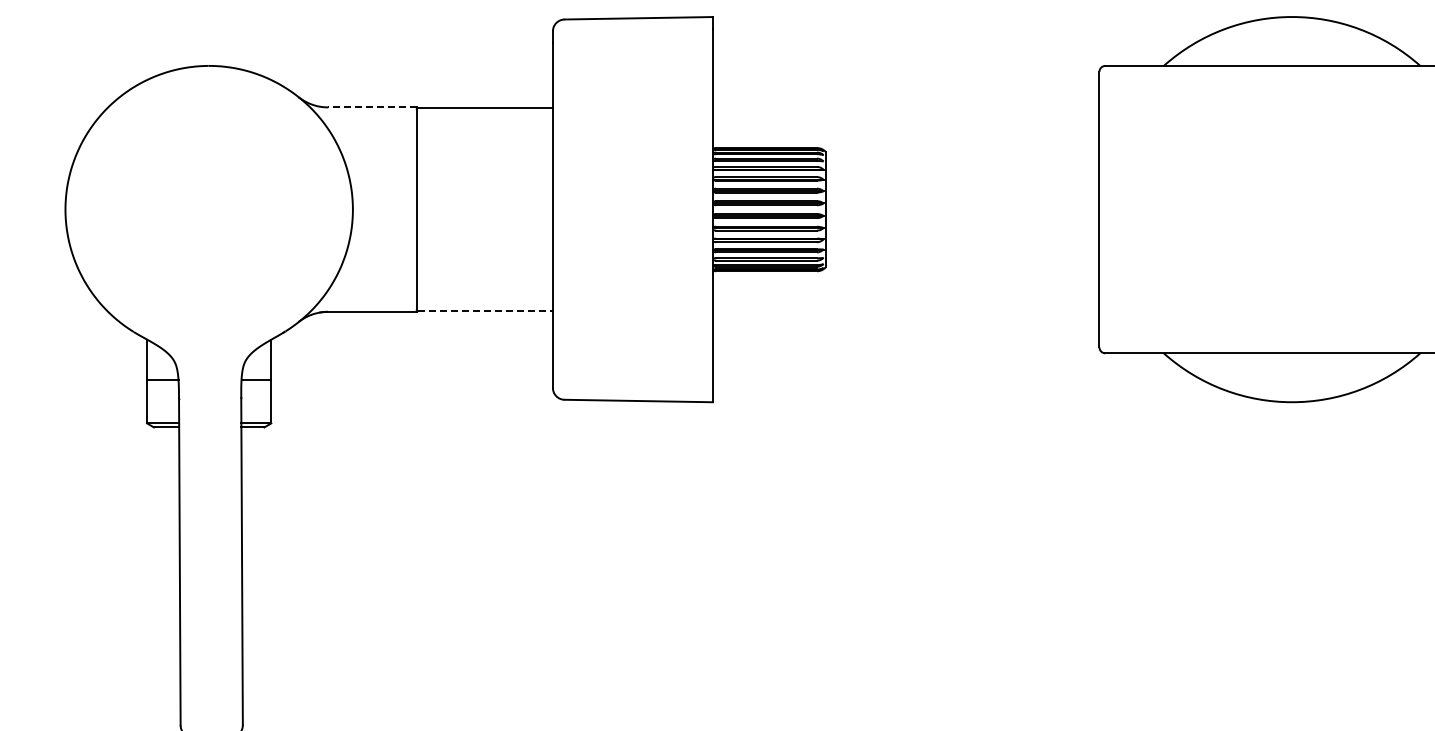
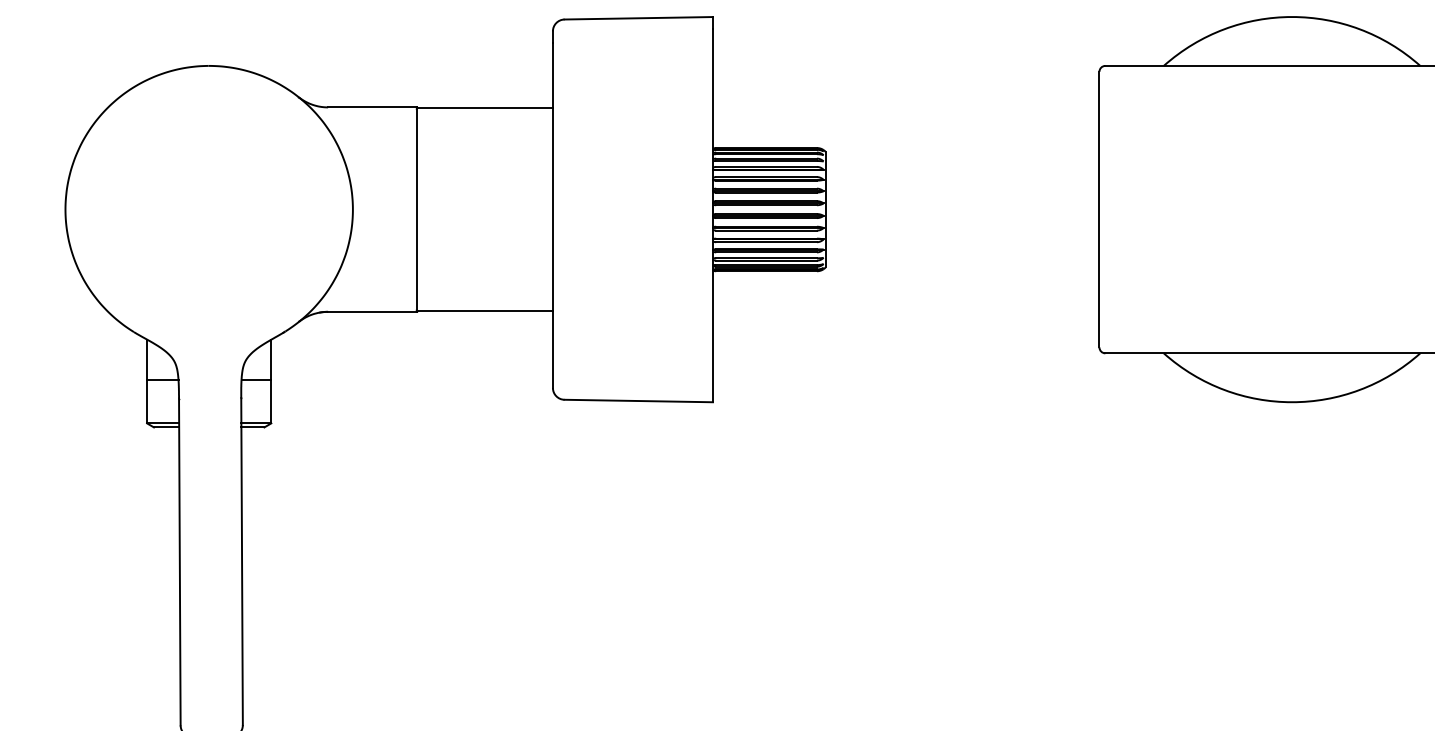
line at (371, 107): dashed -> solid
line at (486, 311): dashed -> solid
